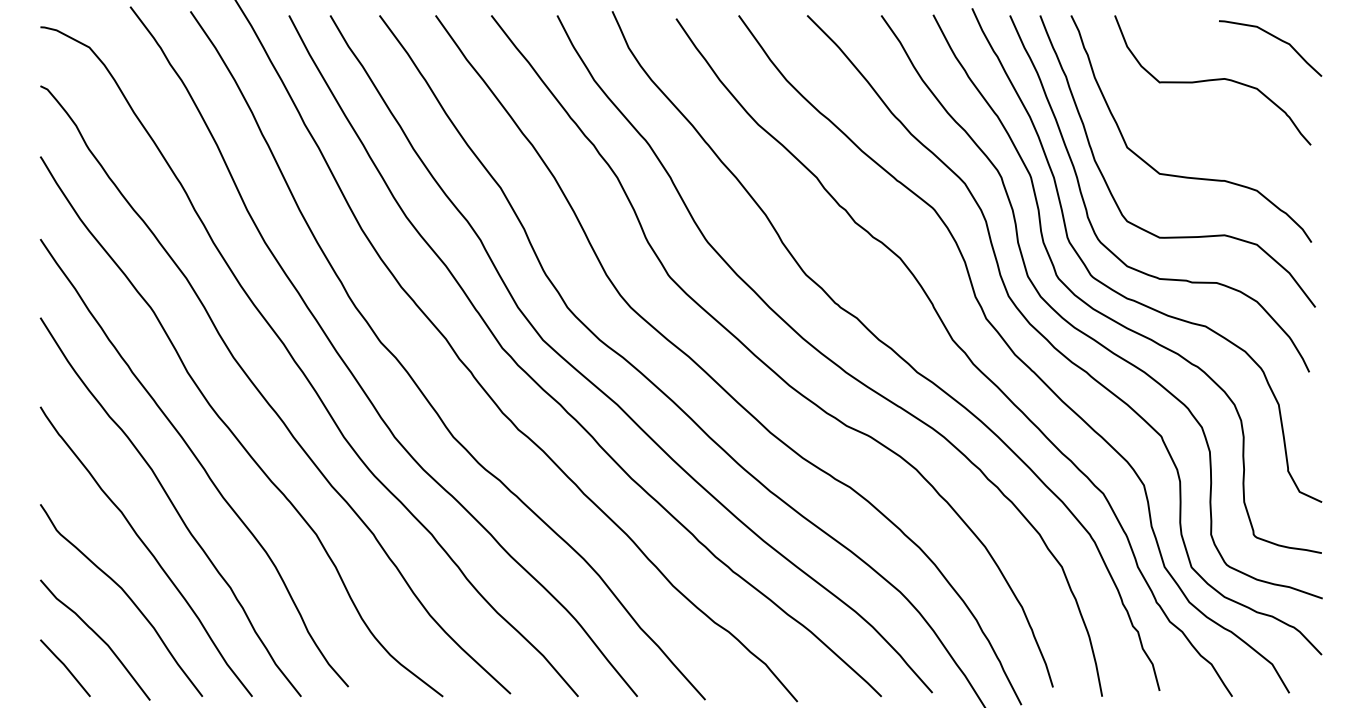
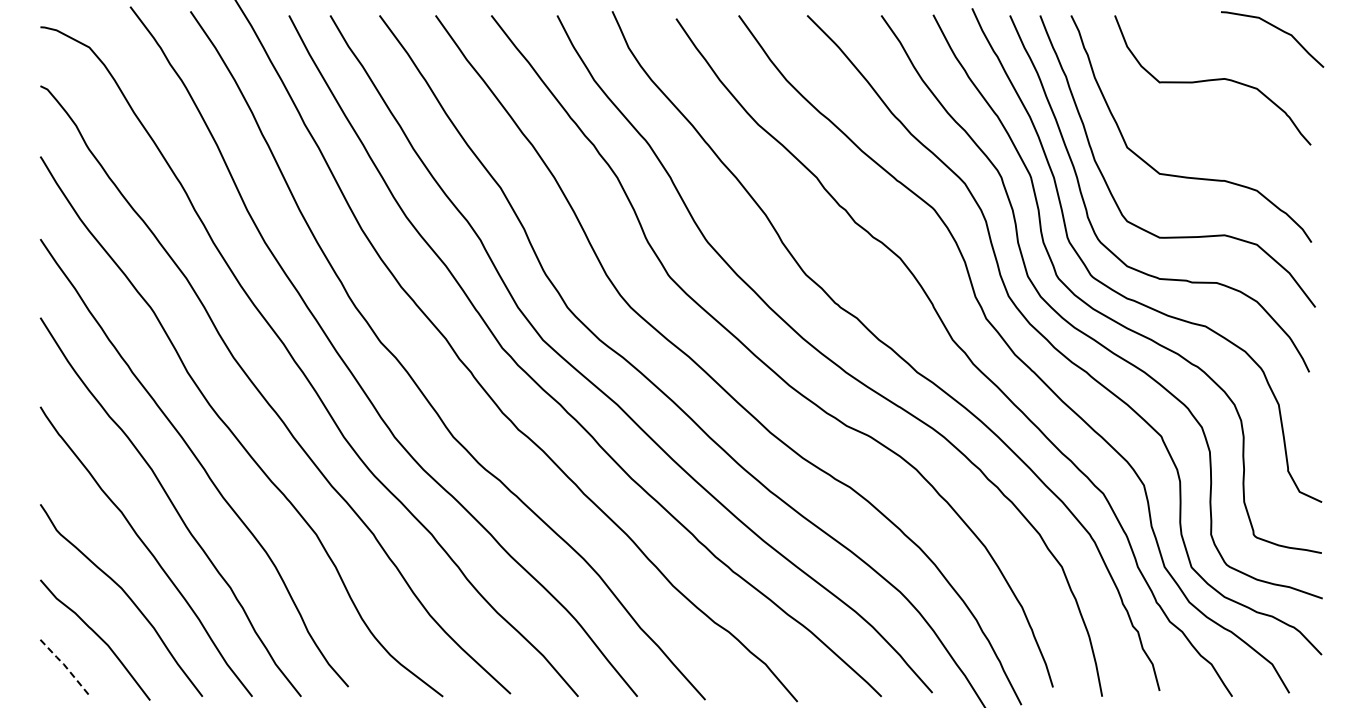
curve at (1275, 38) position: (1275, 38) -> (1277, 29)
line at (65, 666): solid -> dashed
